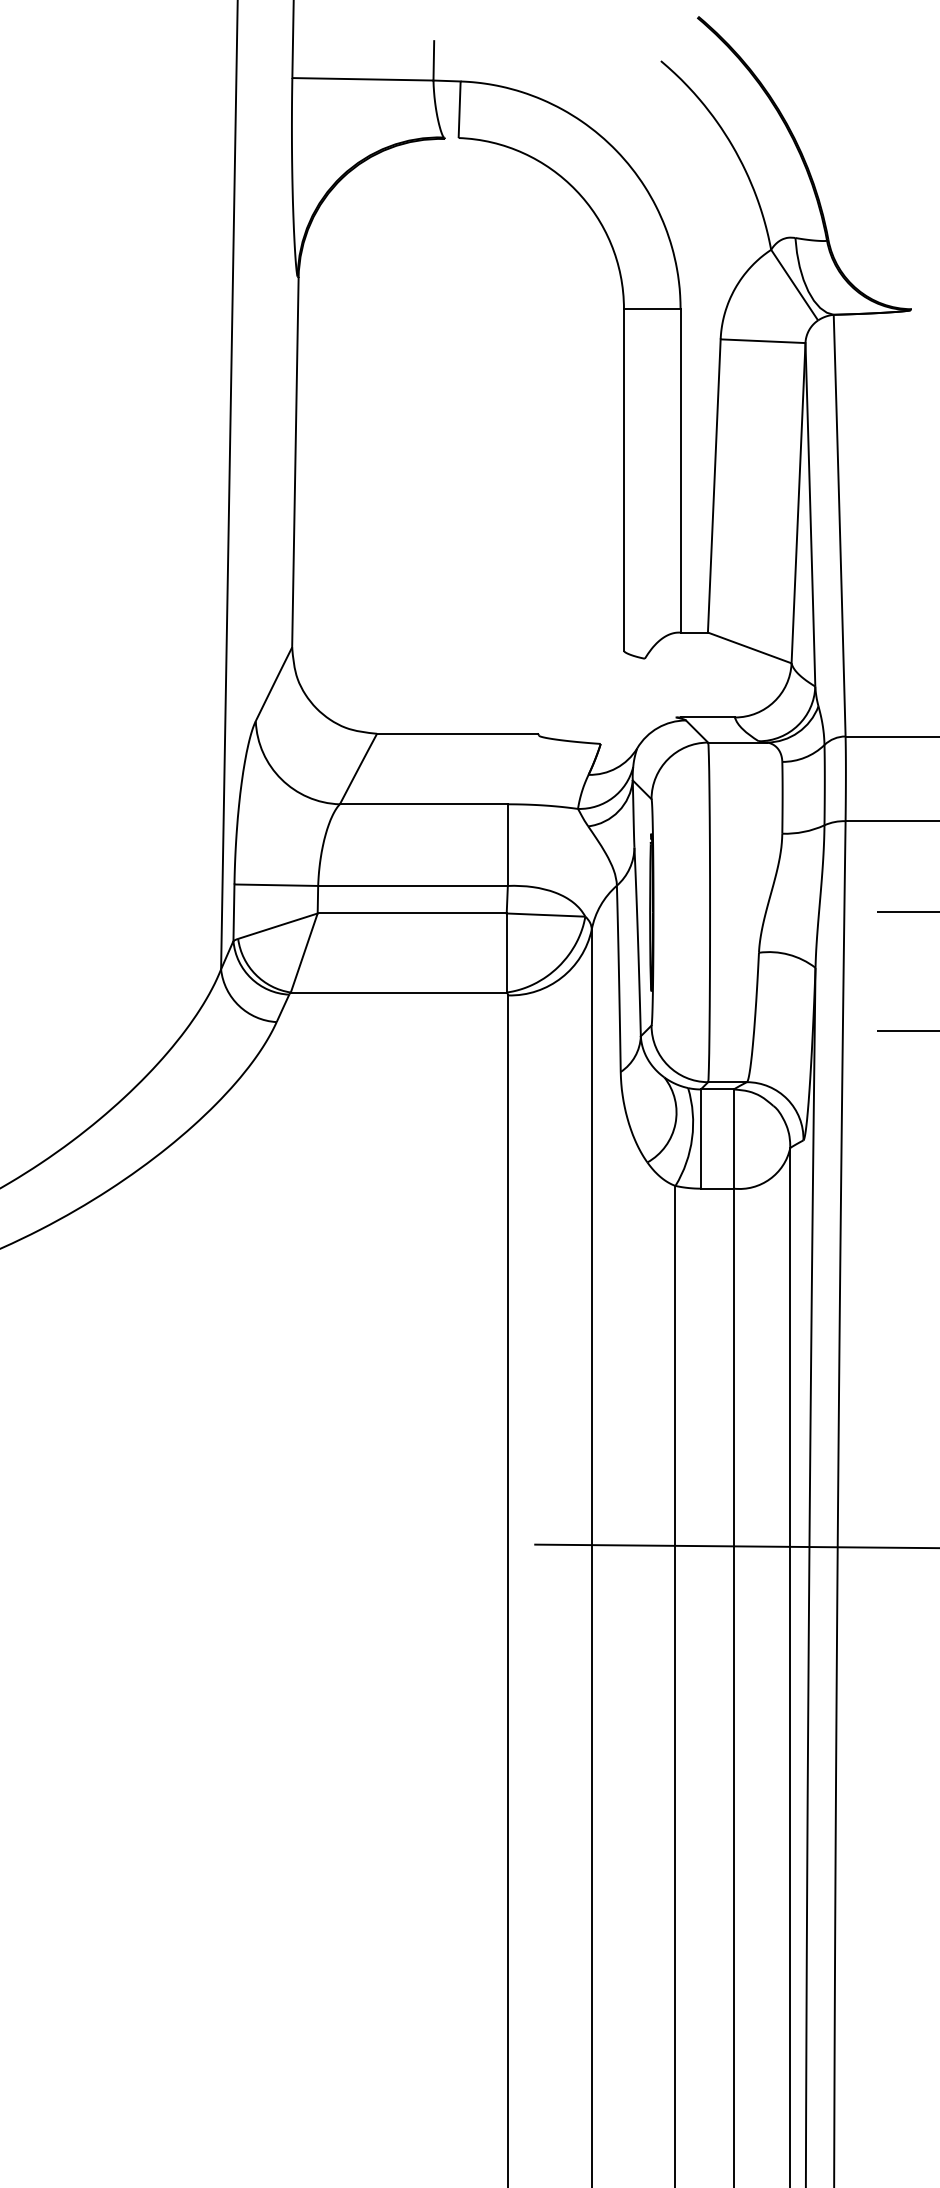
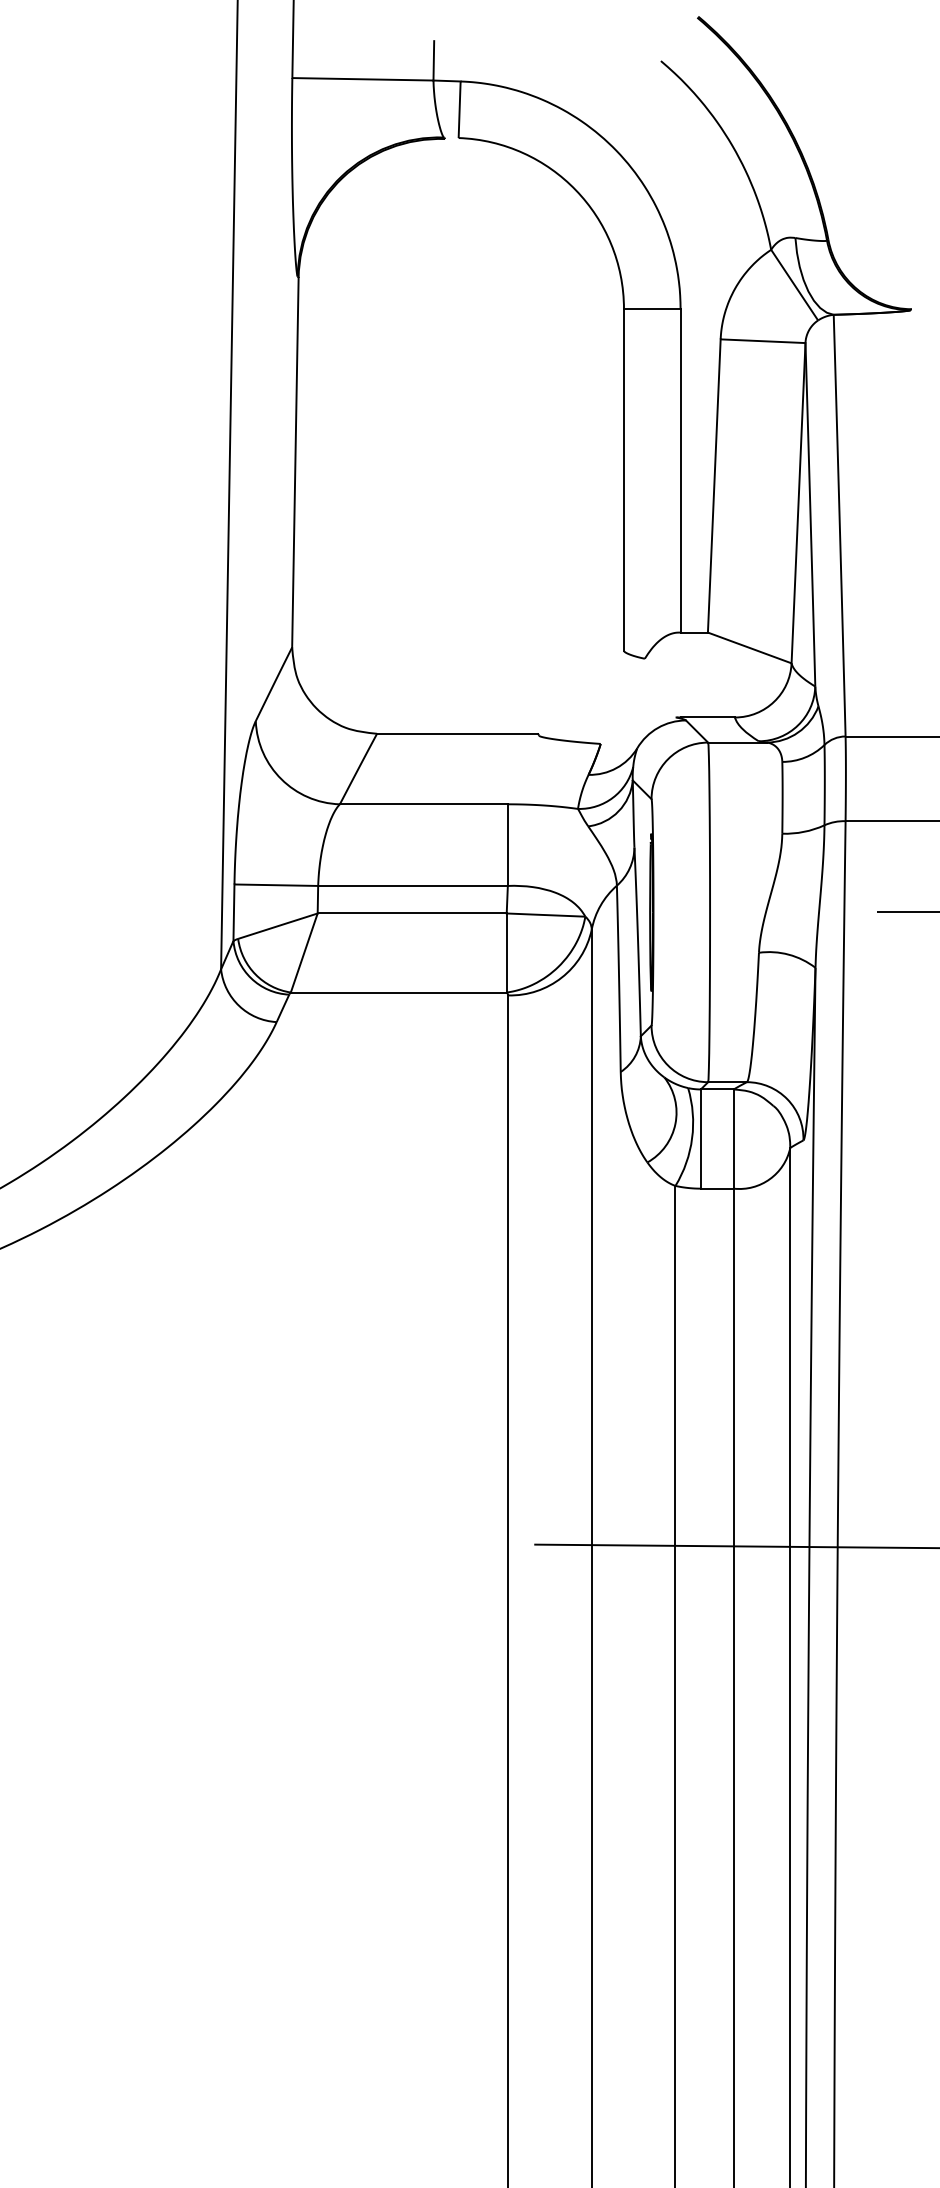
line at (906, 1030): present -> none
